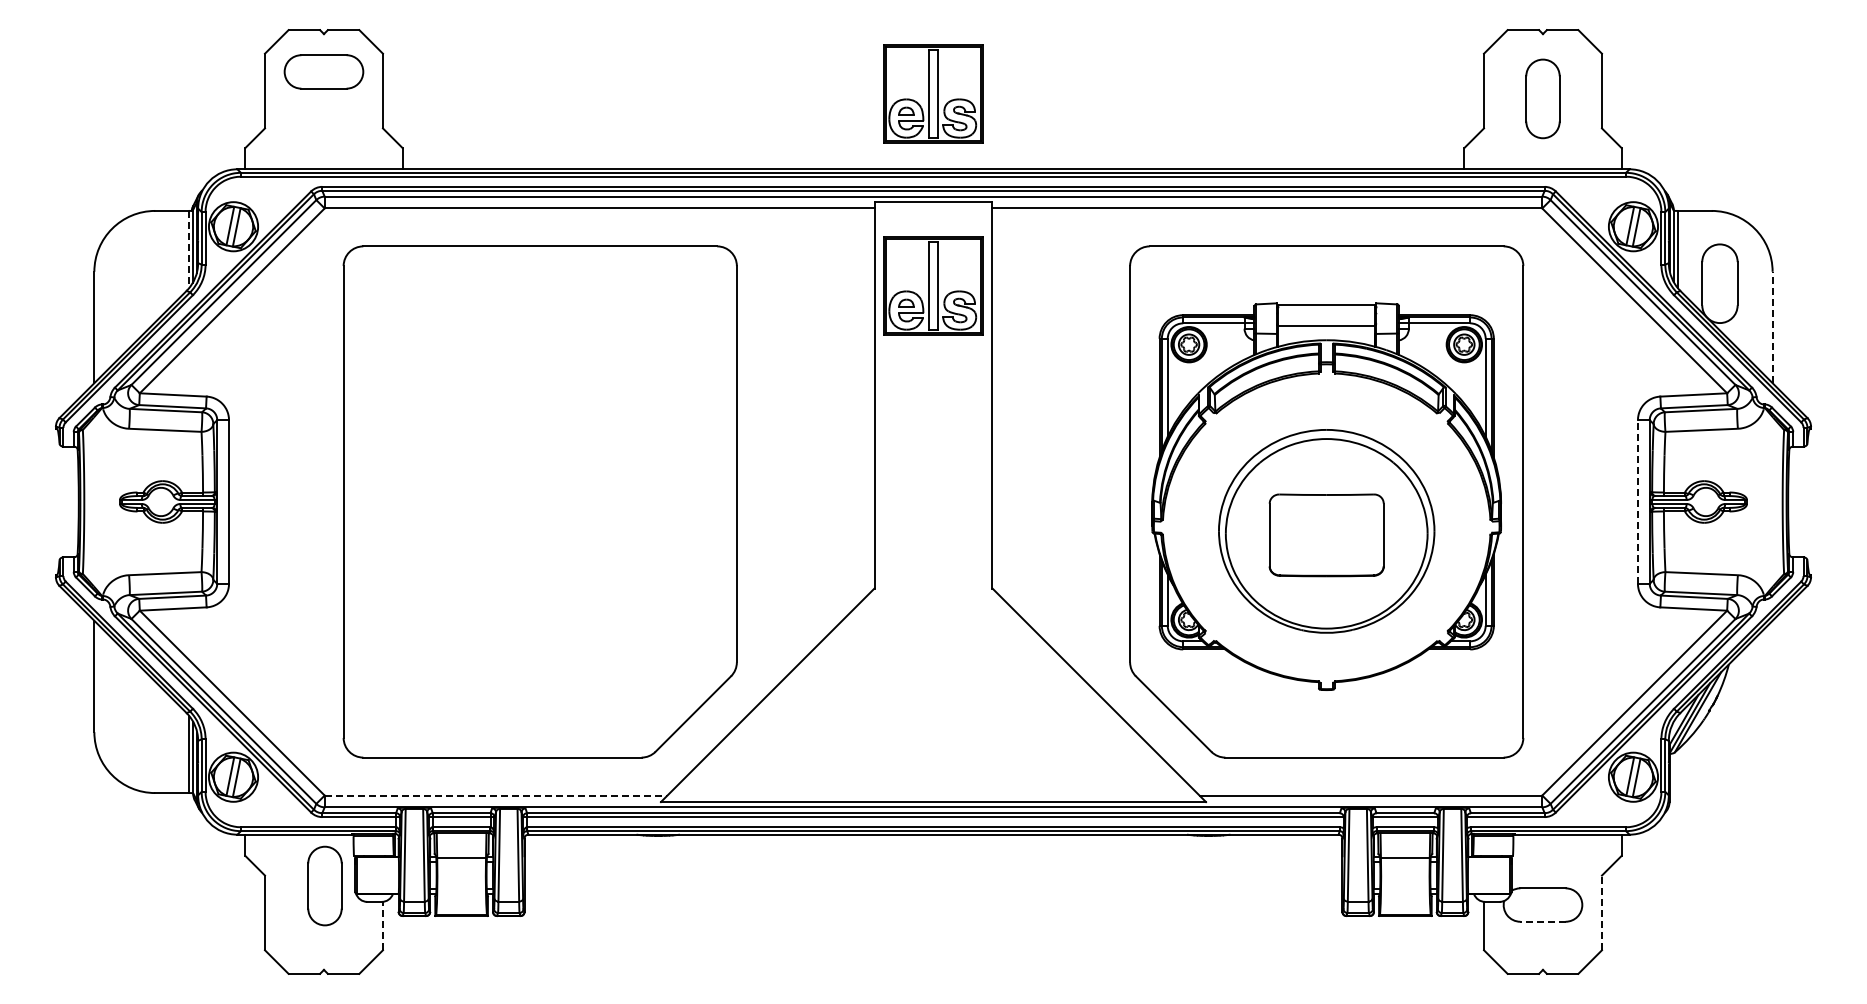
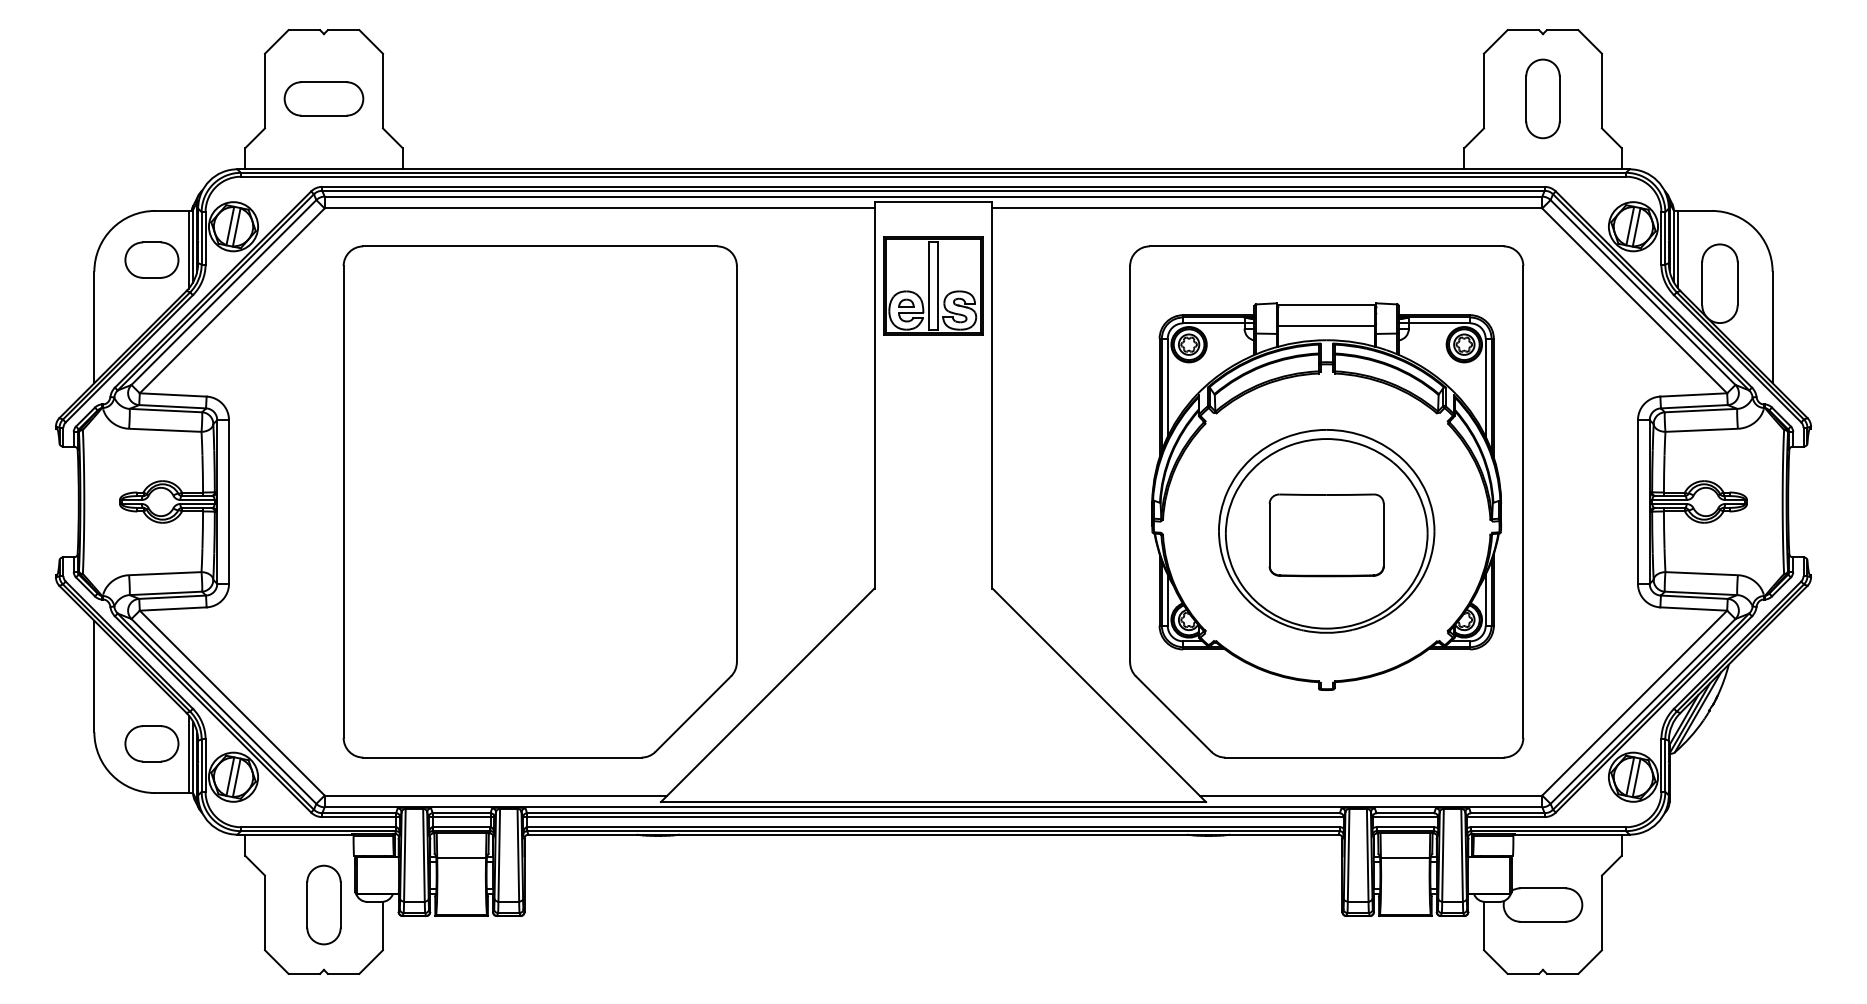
part at (323, 71) position: (323, 71) -> (323, 98)
part at (933, 93): present -> none
line at (188, 249): dashed -> solid
part at (151, 259): none -> present
line at (1772, 327): dashed -> solid
line at (1637, 501): dashed -> solid
part at (151, 743): none -> present
line at (496, 795): dashed -> solid
part at (324, 885) position: (324, 885) -> (323, 904)
line at (1601, 912): dashed -> solid
line at (1543, 921): dashed -> solid
line at (382, 925): dashed -> solid
